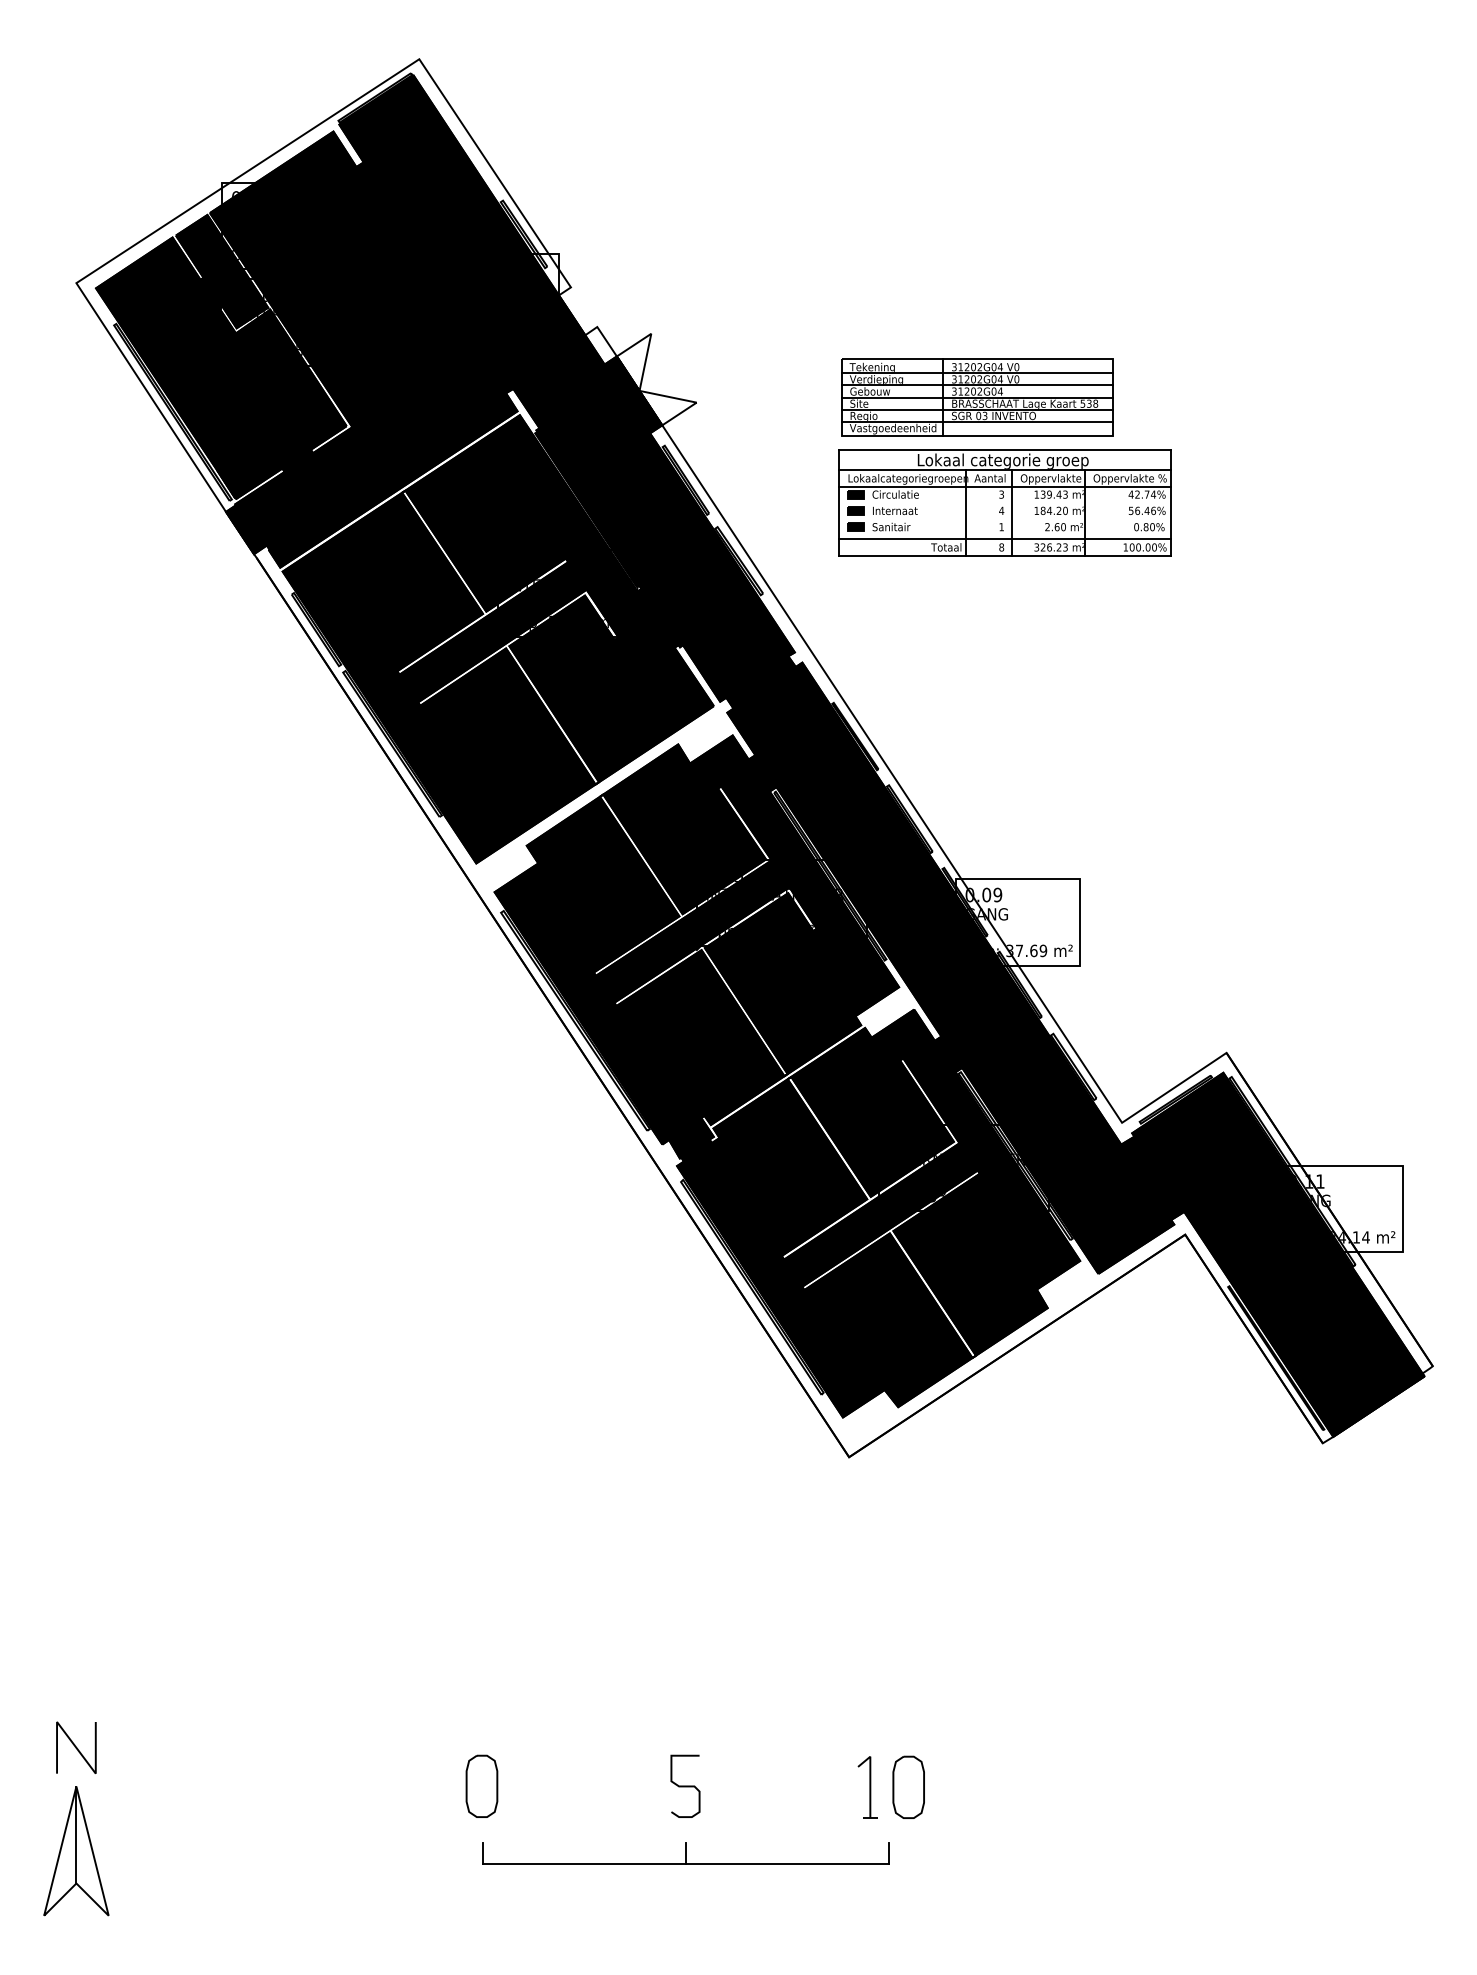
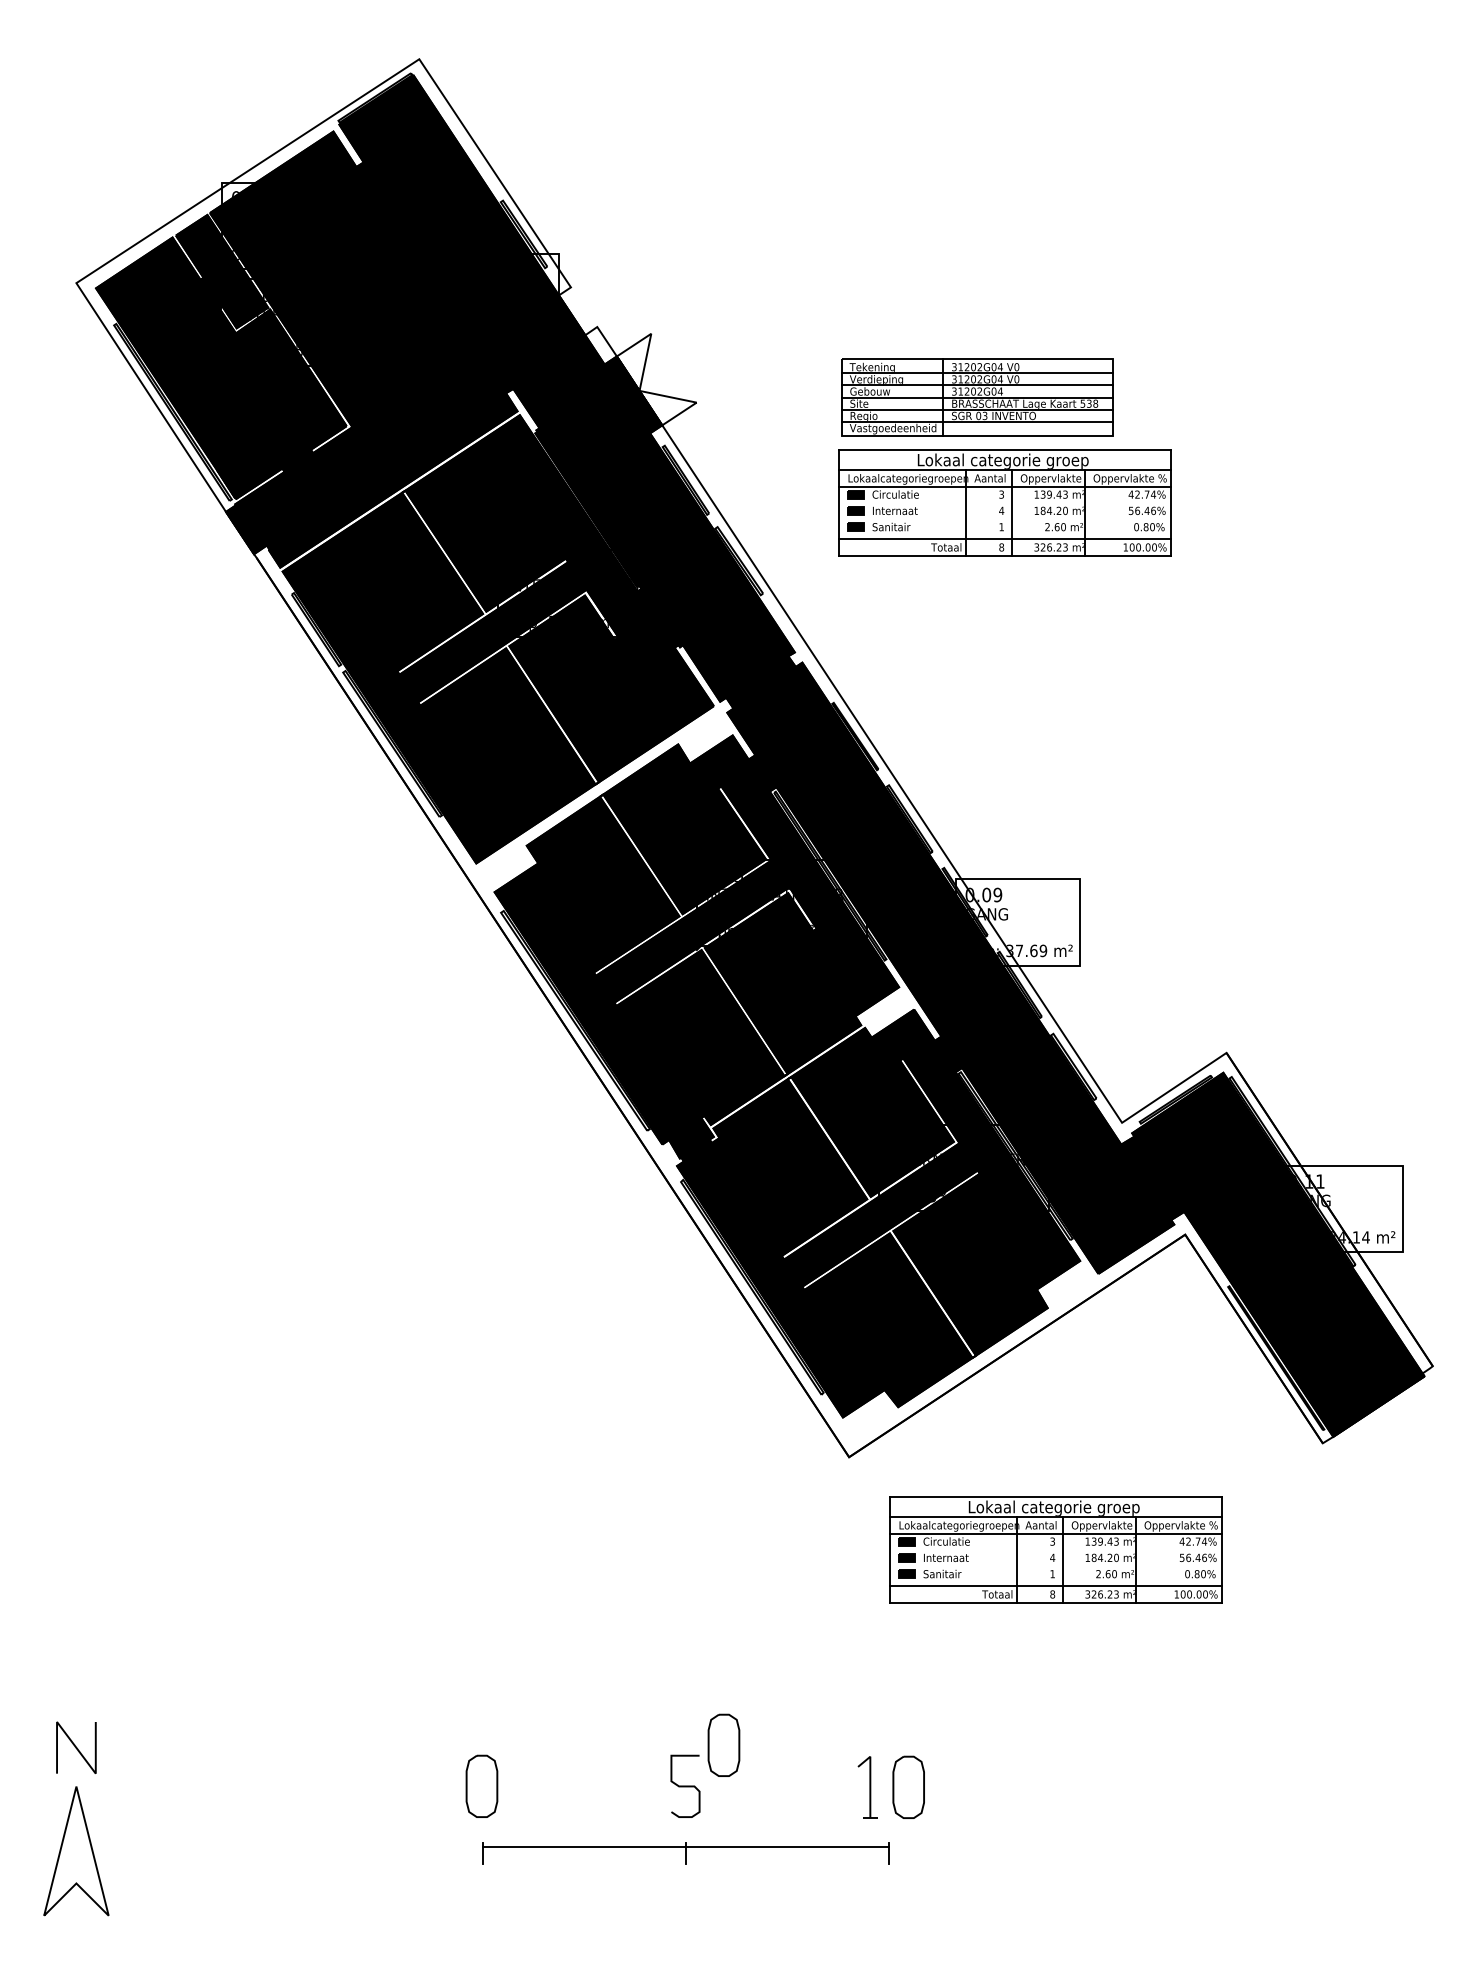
part at (1055, 1549): none -> present
part at (723, 1744): none -> present
line at (76, 1834): present -> none
line at (685, 1863) position: (685, 1863) -> (685, 1846)
